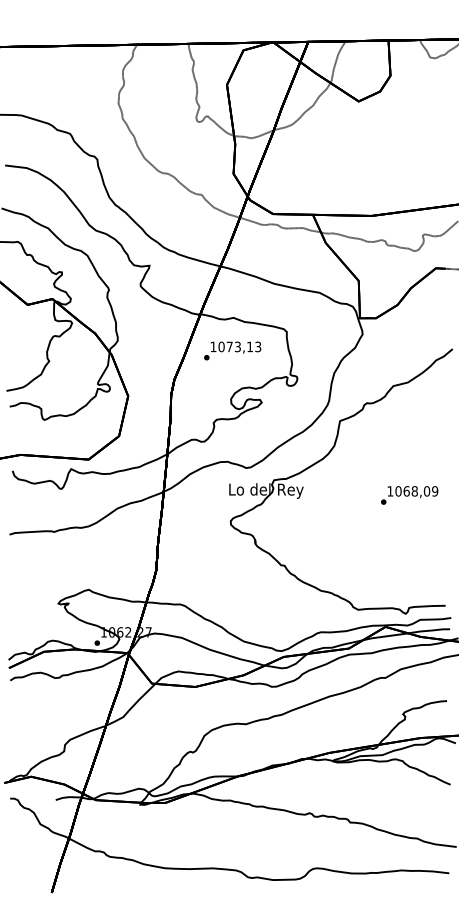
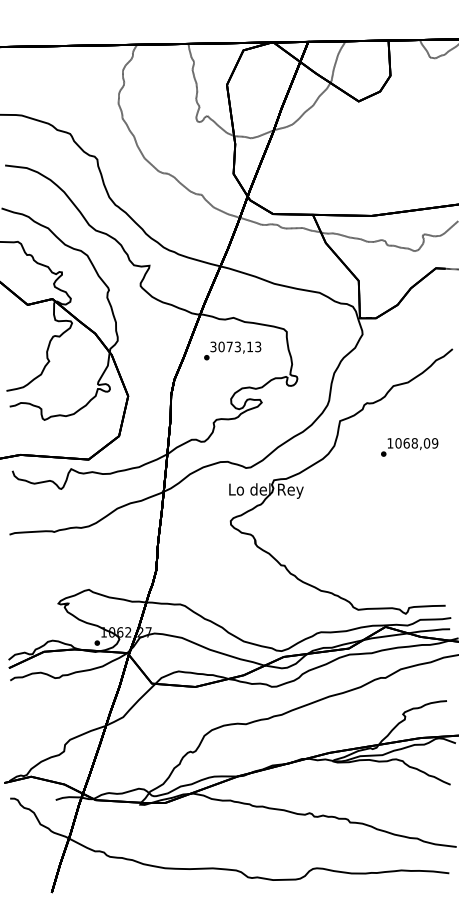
text at (213, 346): 1073,13 -> 3073,13
text at (409, 495) position: (409, 495) -> (409, 447)
